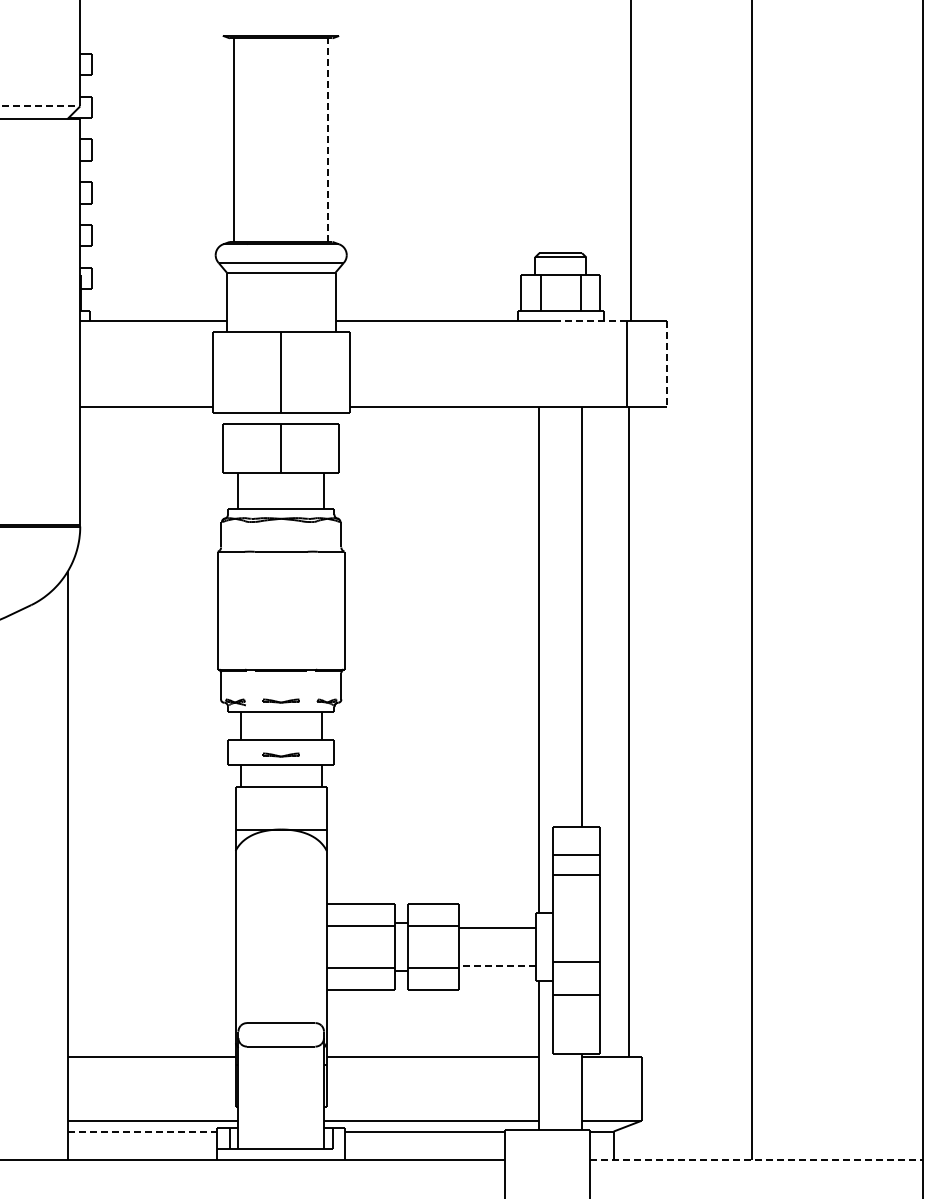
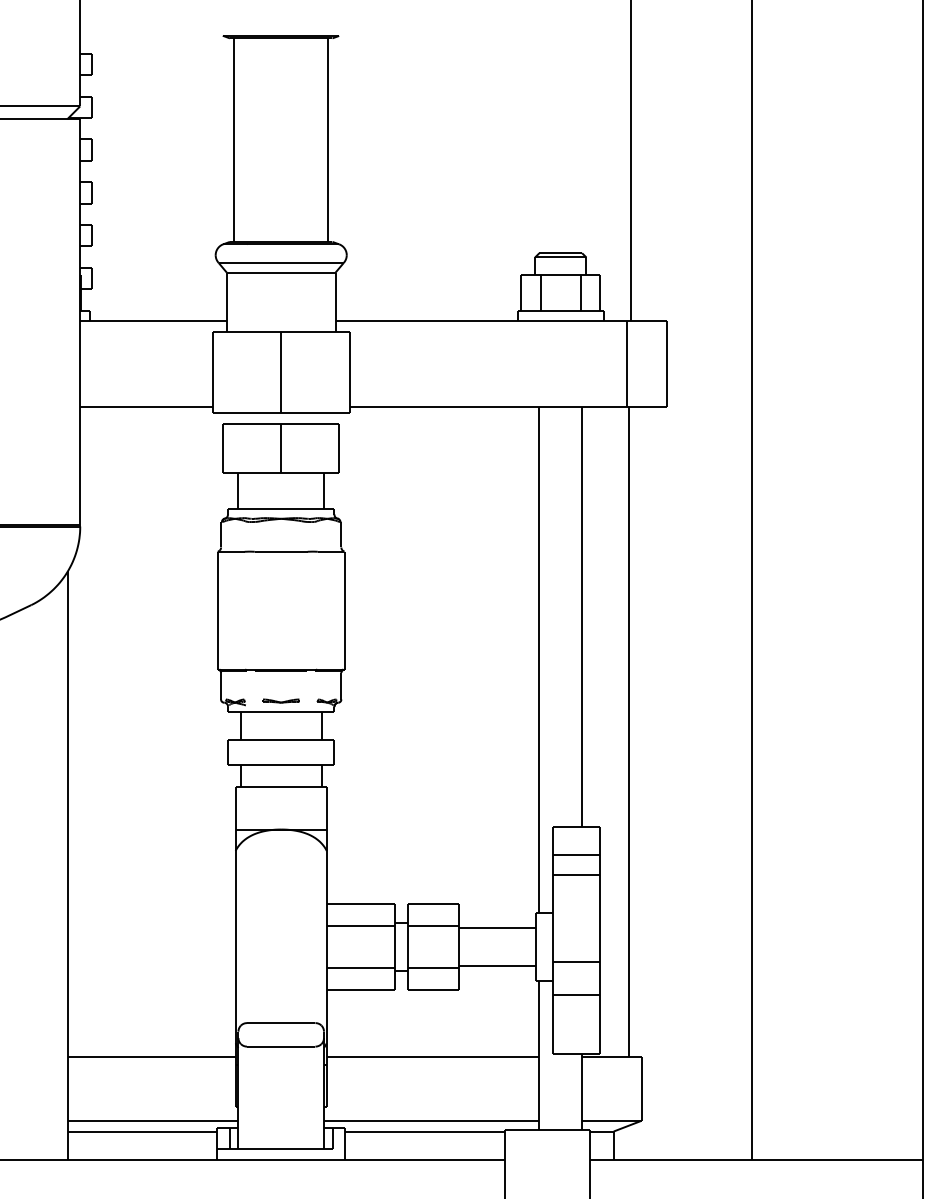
line at (40, 106): dashed -> solid
line at (328, 140): dashed -> solid
line at (591, 321): dashed -> solid
line at (667, 363): dashed -> solid
part at (280, 754): present -> none
line at (497, 966): dashed -> solid
line at (143, 1131): dashed -> solid
line at (756, 1160): dashed -> solid
